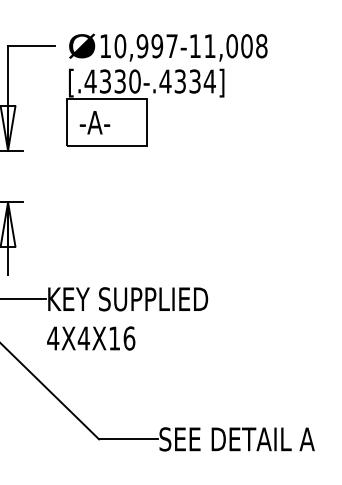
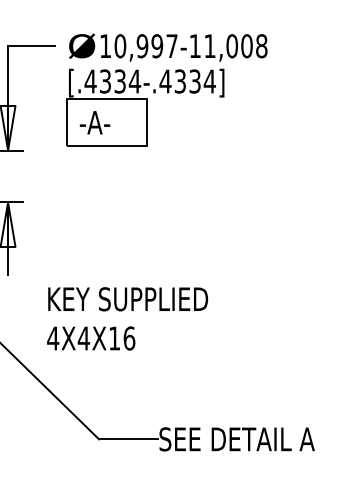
text at (134, 81): [.4330-.4334] -> [.4334-.4334]
line at (23, 299): present -> none
